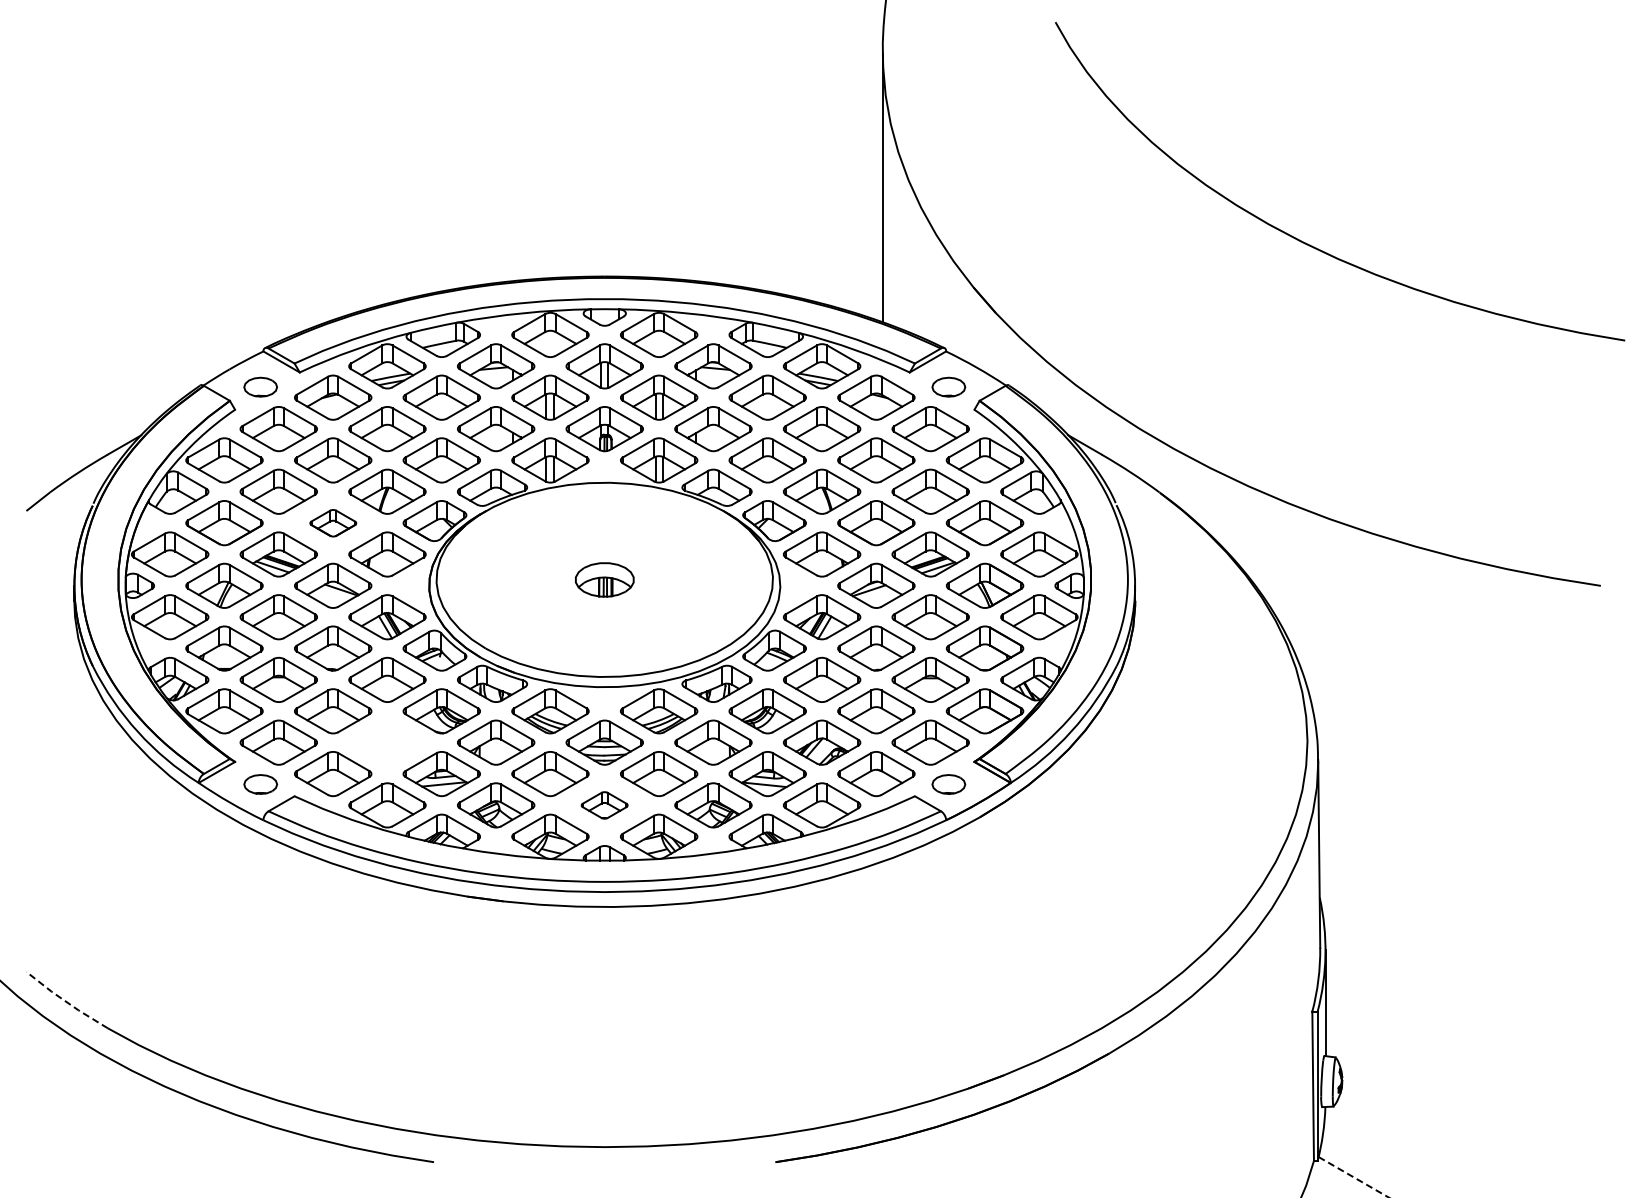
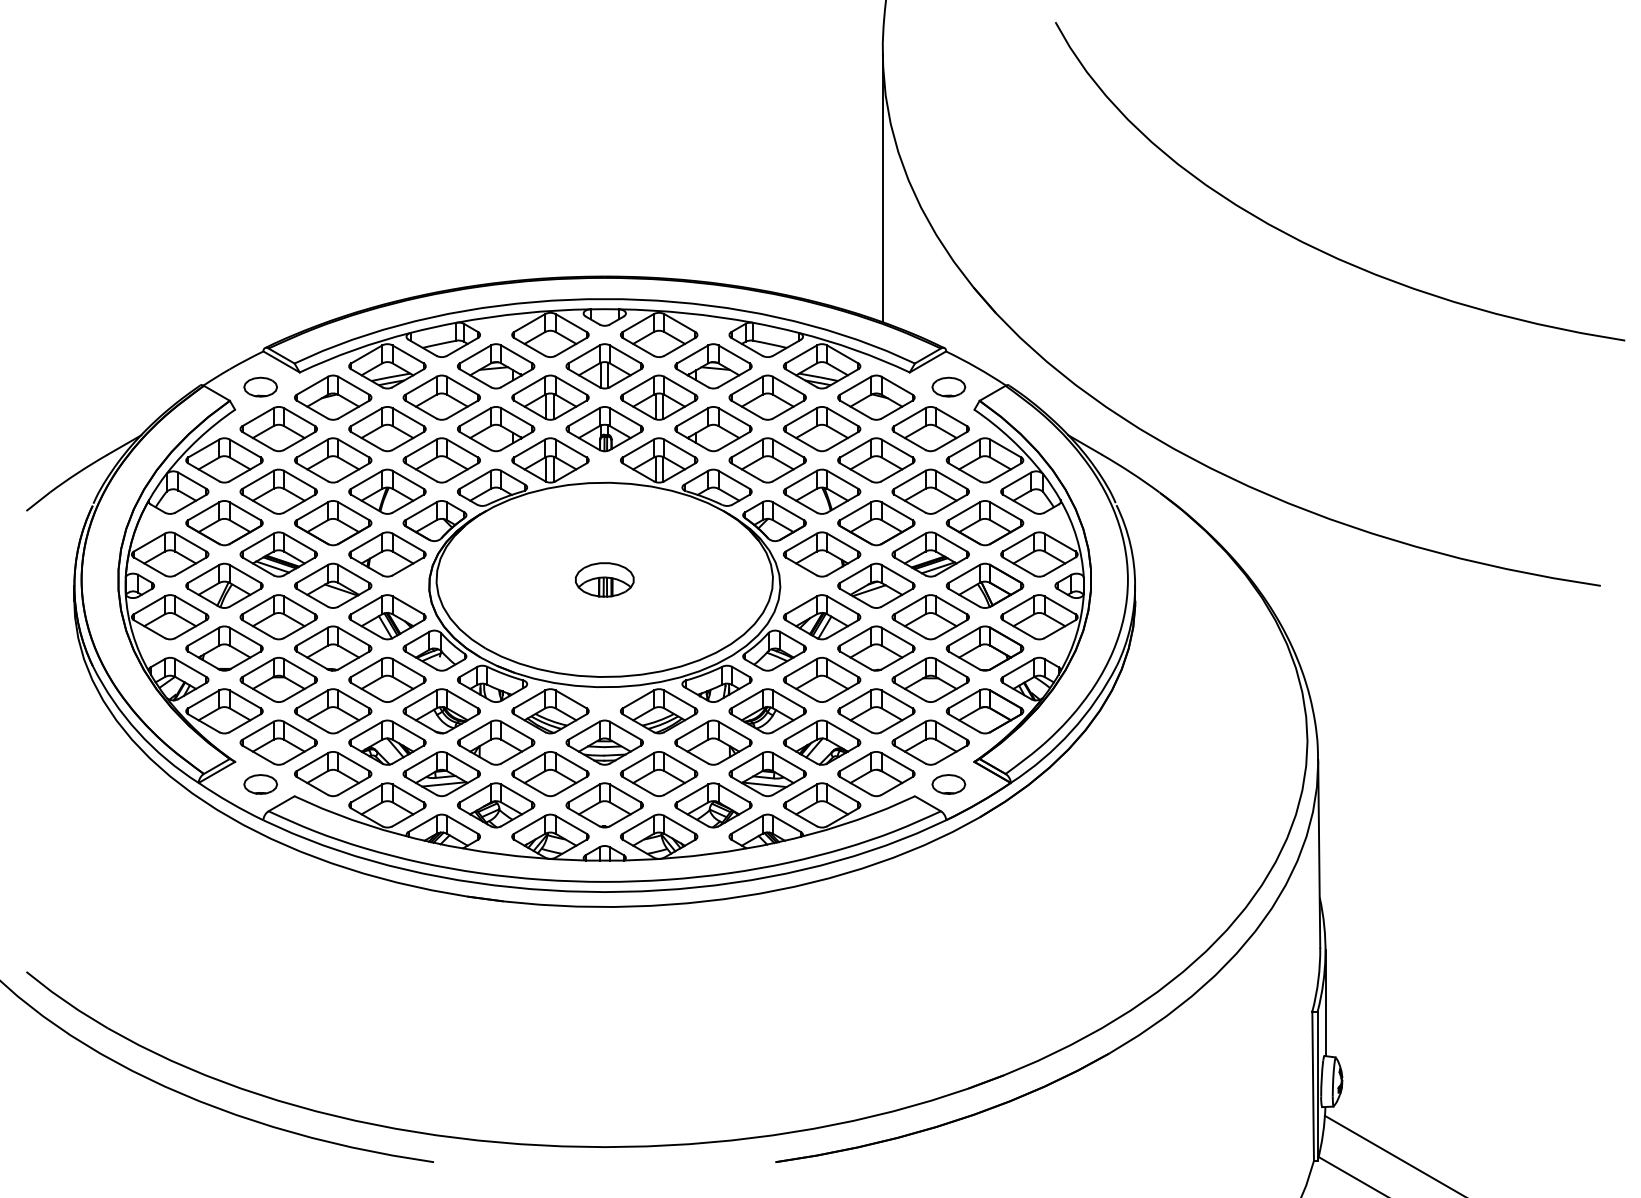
part at (333, 523) size: 49x29 px -> 79x47 px
part at (387, 742): none -> present
part at (604, 805) size: 49x29 px -> 79x47 px
line at (66, 1001): dashed -> solid
line at (1393, 1154): none -> present
line at (1354, 1177): dashed -> solid
